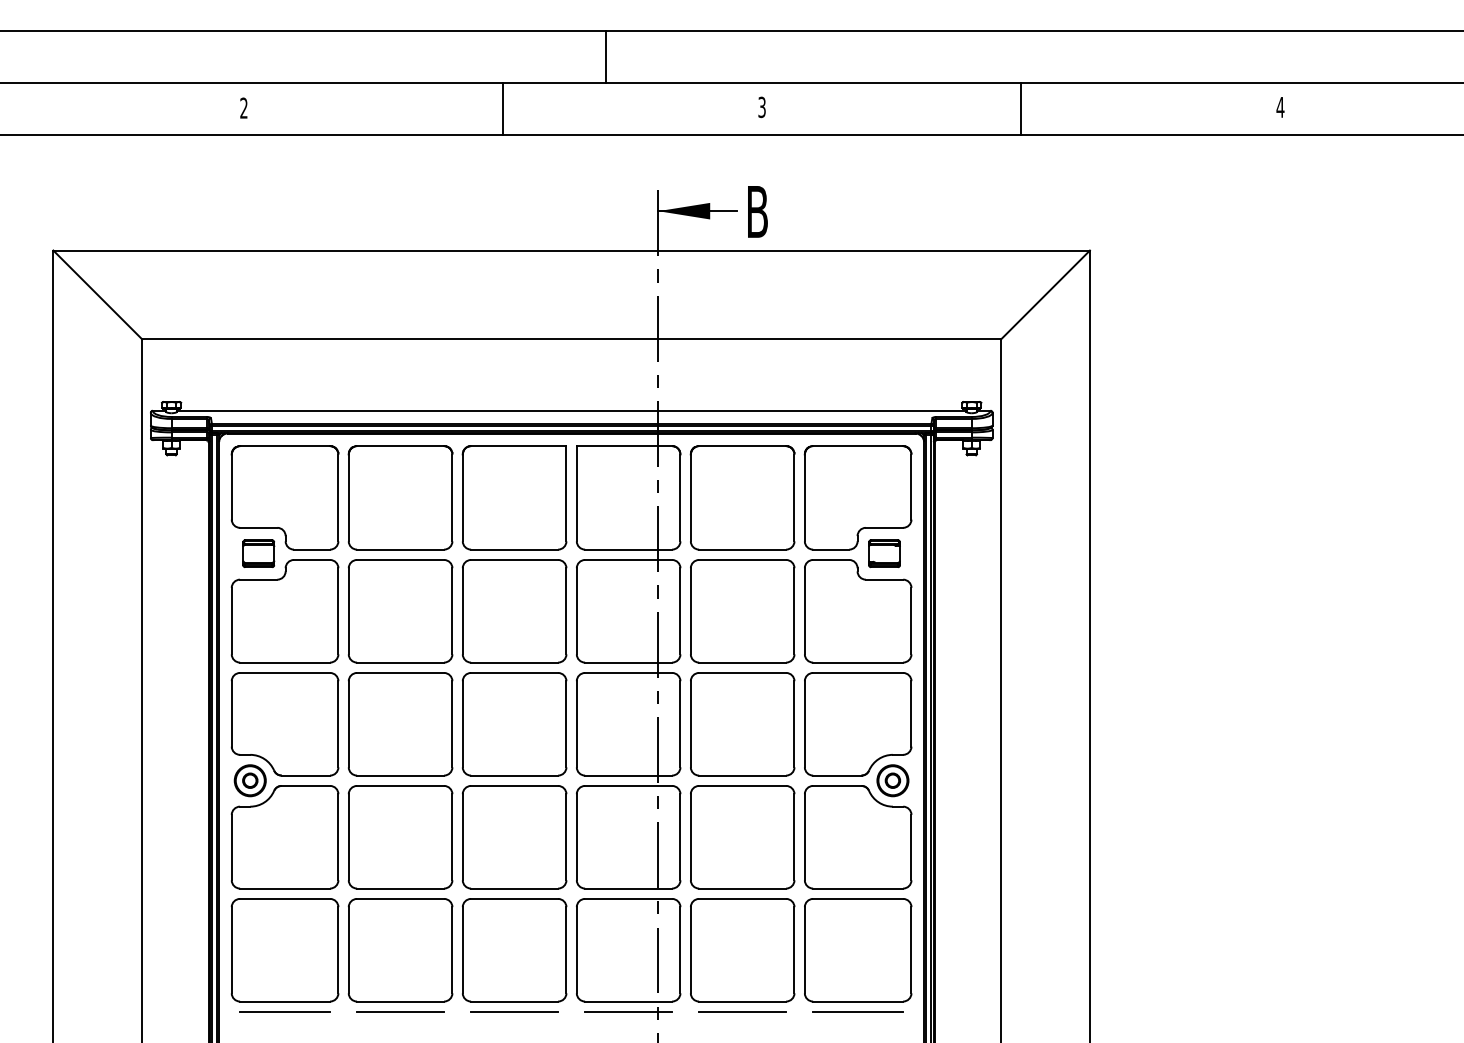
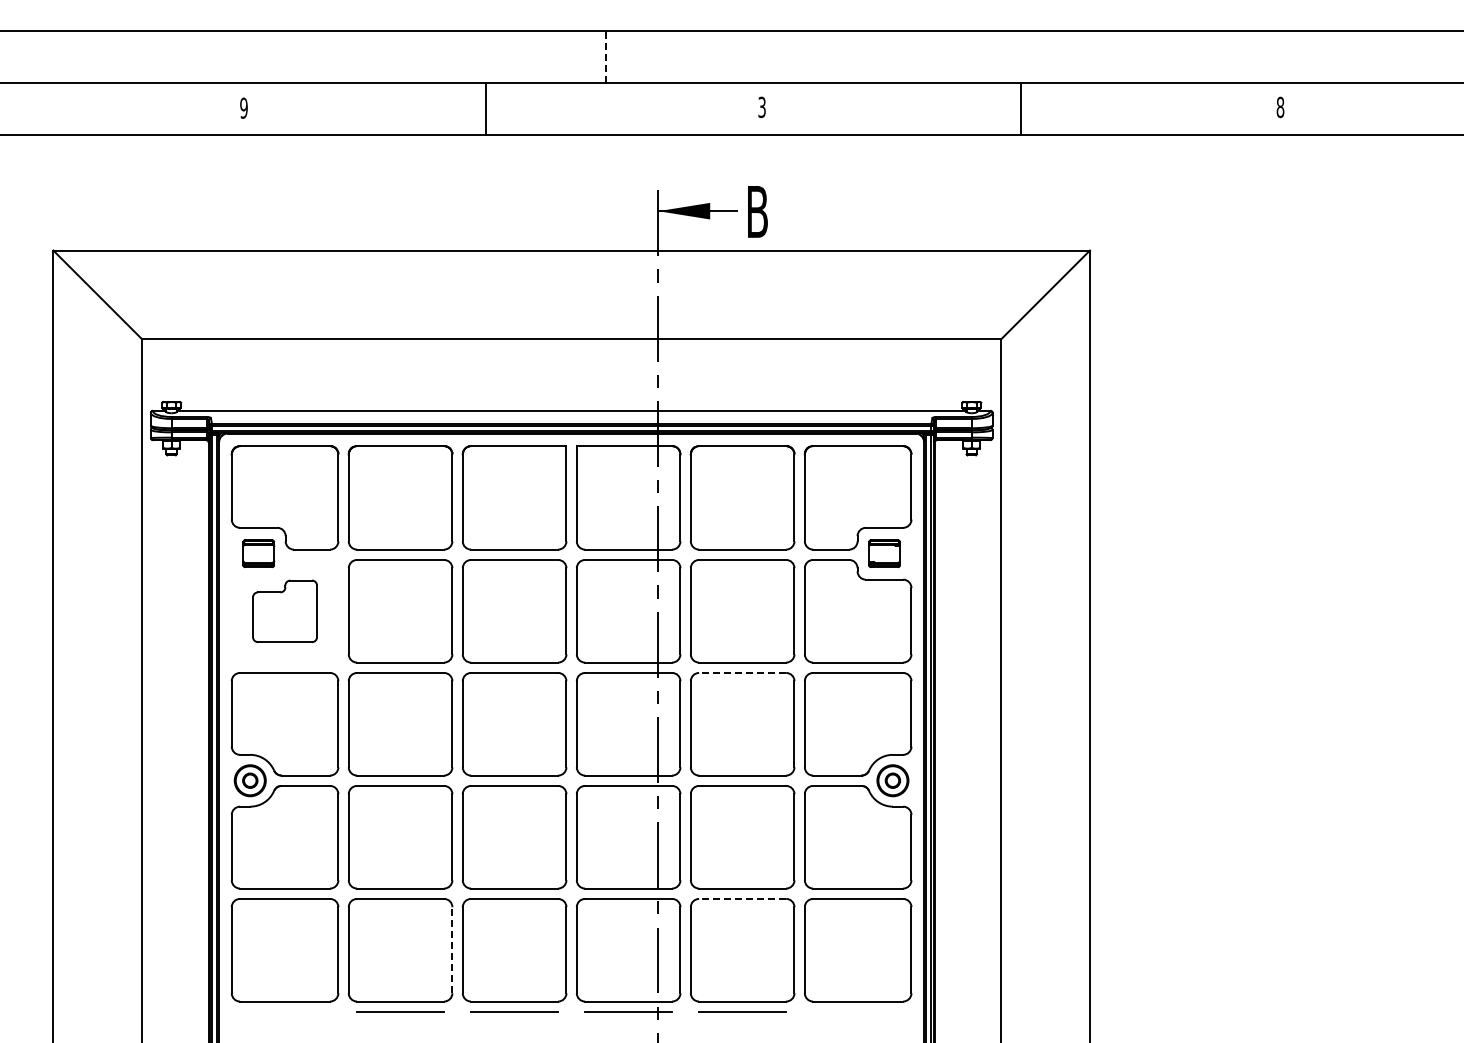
line at (606, 57): solid -> dashed
text at (243, 107): 2 -> 9
text at (1280, 107): 4 -> 8
line at (502, 108) position: (502, 108) -> (485, 108)
part at (284, 611) size: 110x105 px -> 66x64 px
line at (742, 672): solid -> dashed
line at (742, 898): solid -> dashed
line at (452, 949): solid -> dashed
line at (285, 1011): present -> none
line at (858, 1011): present -> none
